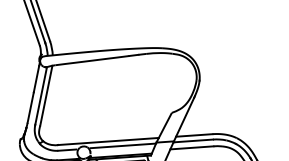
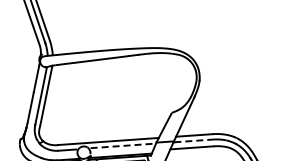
line at (194, 140): solid -> dashed
line at (123, 145): solid -> dashed
